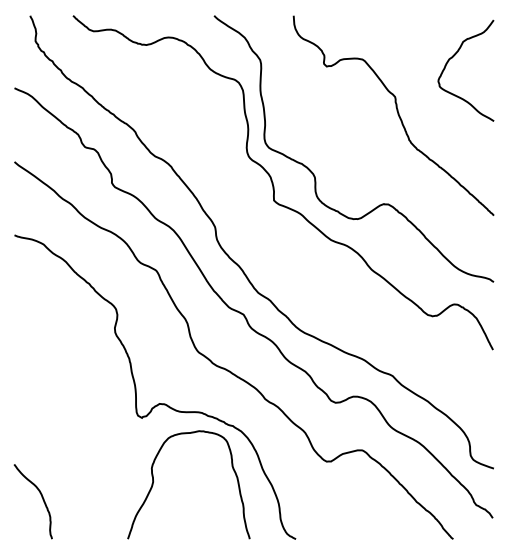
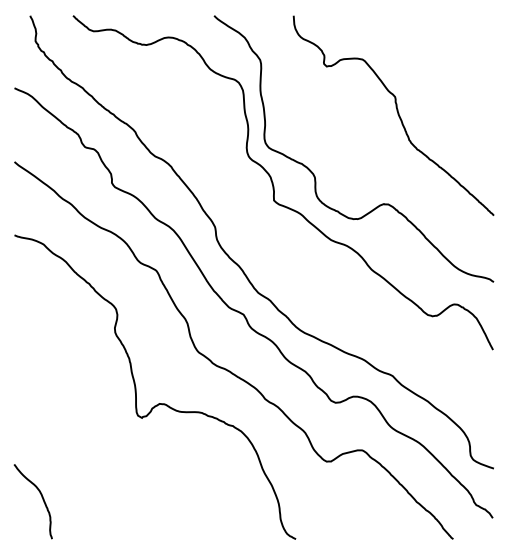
curve at (453, 57): present -> none
curve at (154, 481): present -> none
